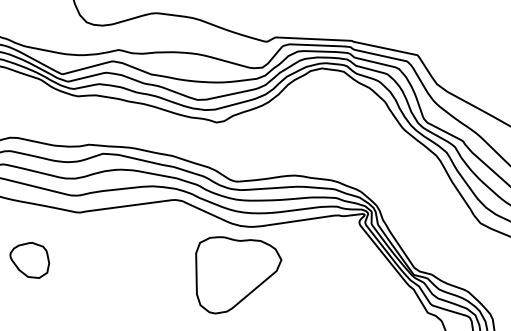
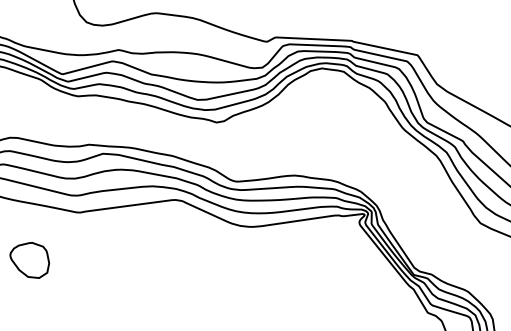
part at (238, 275): present -> none
